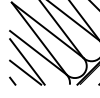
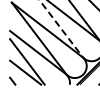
line at (61, 29): solid -> dashed
